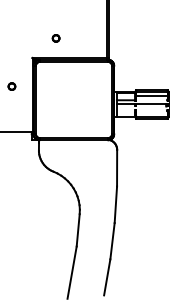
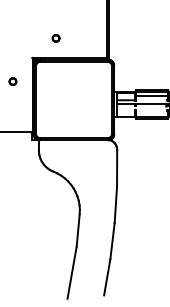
part at (11, 86) position: (11, 86) -> (12, 81)
